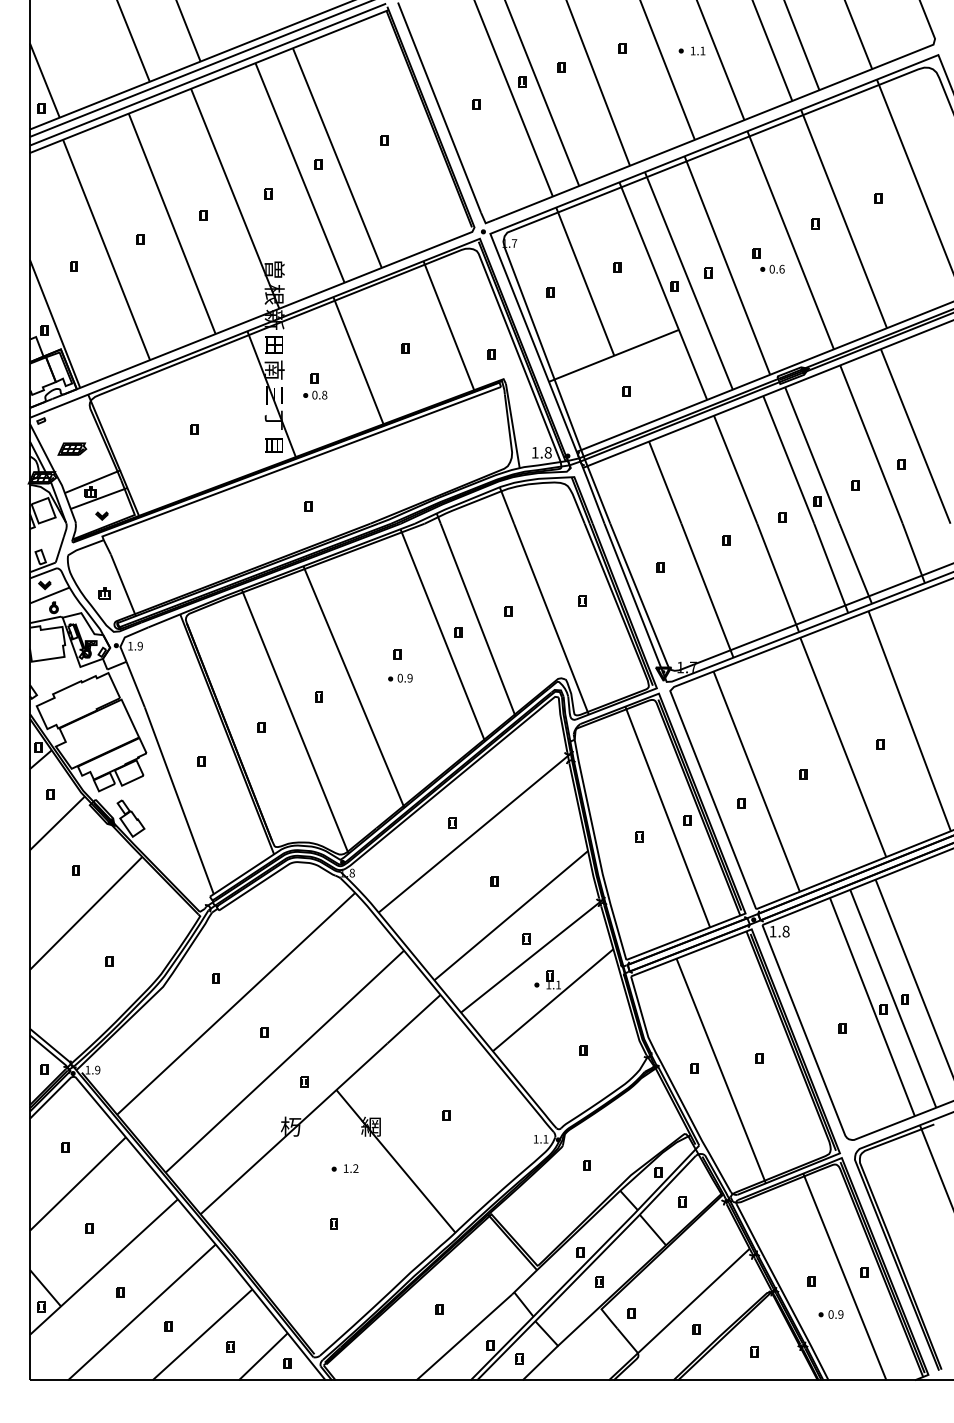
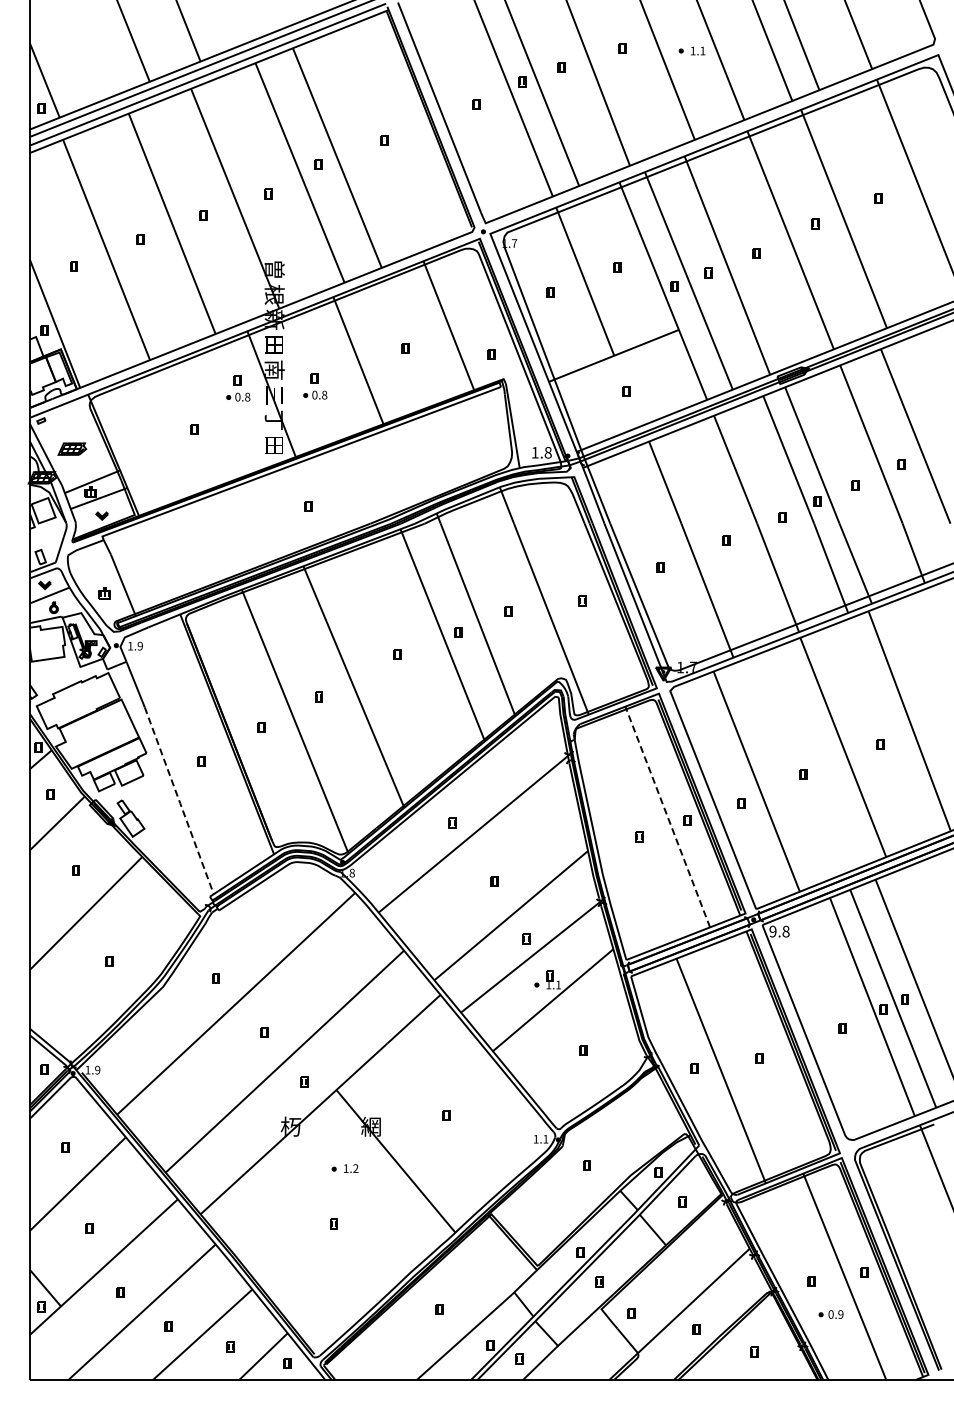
part at (772, 268): present -> none
part at (238, 388): none -> present
text at (273, 445): 目 -> 田
part at (400, 677): present -> none
line at (179, 801): solid -> dashed
line at (667, 816): solid -> dashed
text at (772, 931): 1.8 -> 9.8
